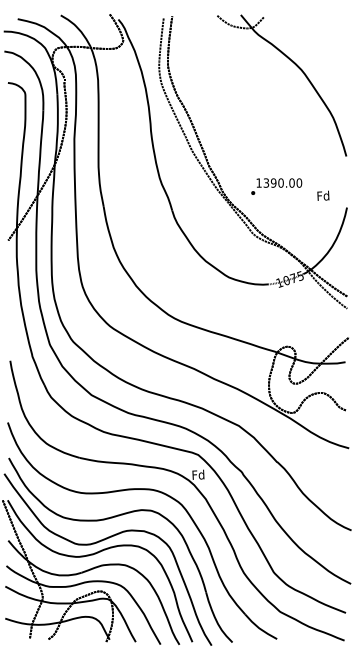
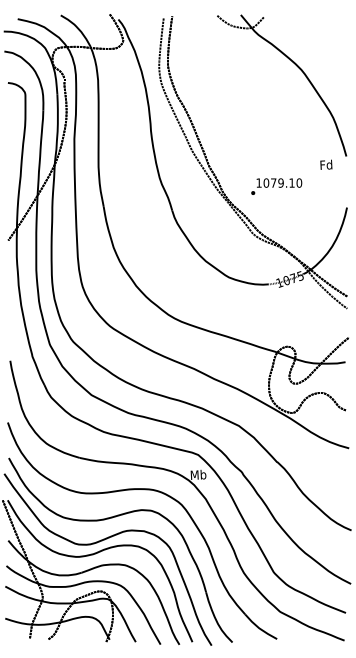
text at (278, 182): 1390.00 -> 1079.10
text at (323, 195) position: (323, 195) -> (326, 164)
text at (198, 474): Fd -> Mb
